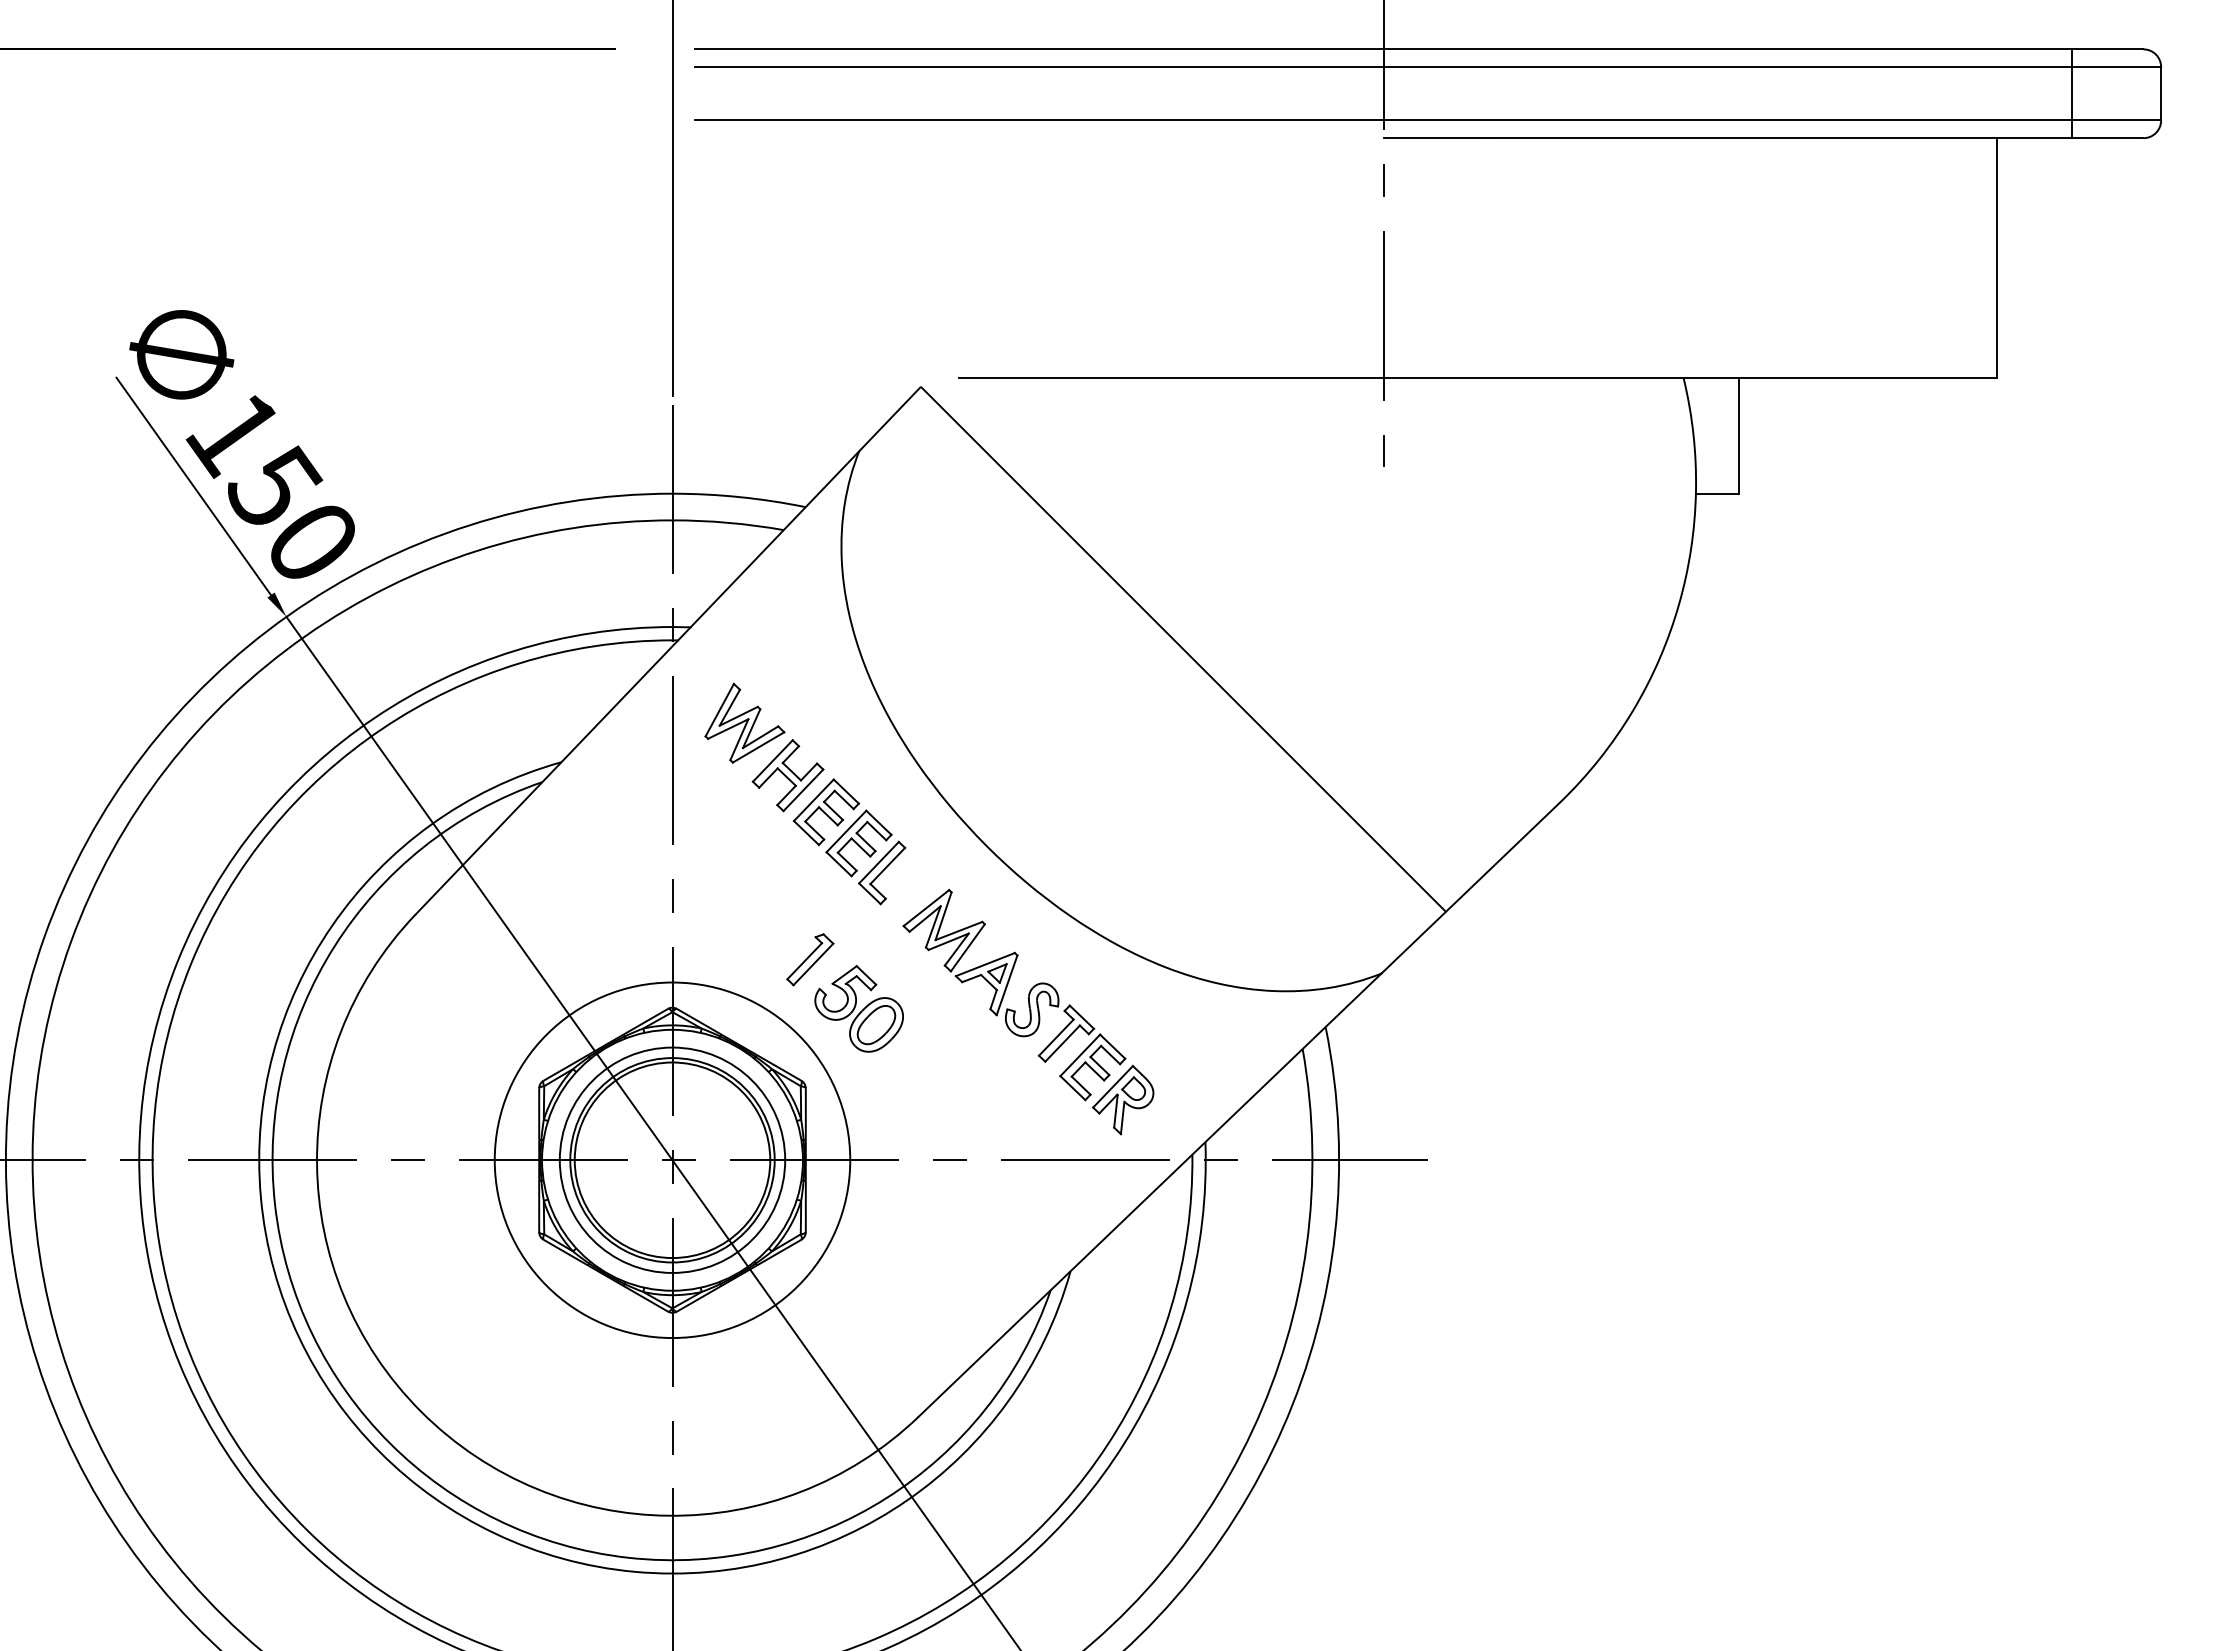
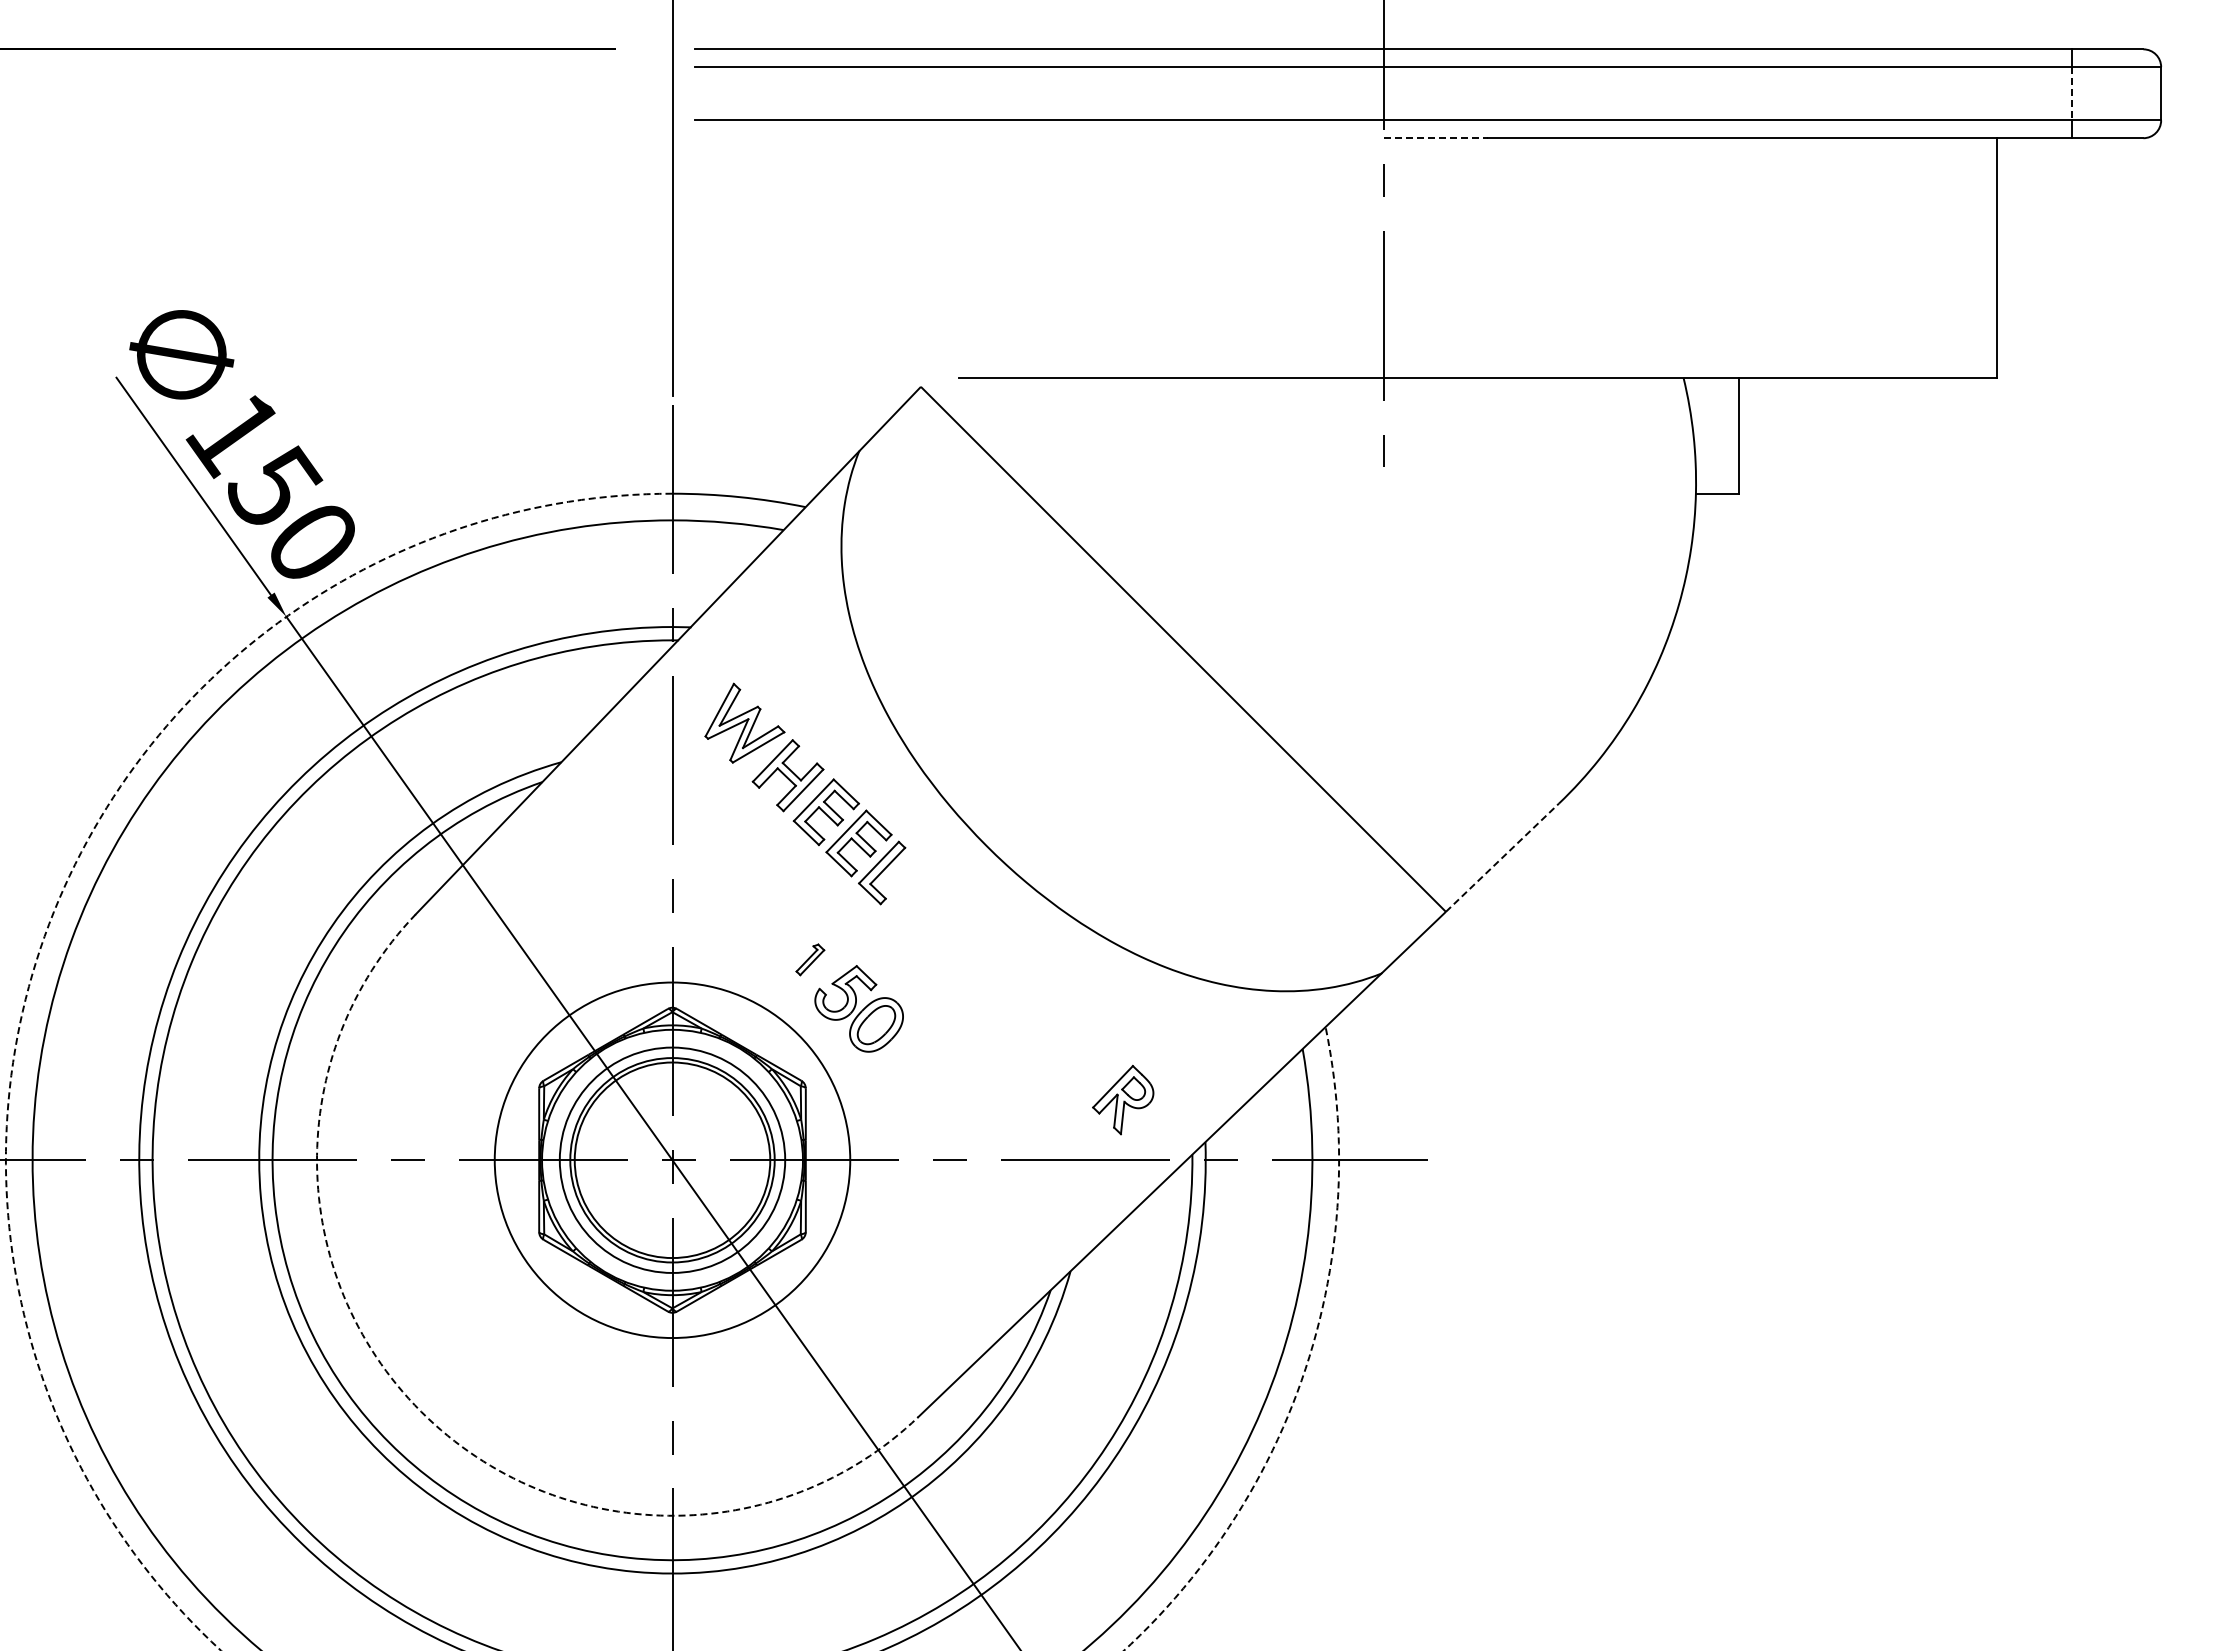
line at (2072, 93): solid -> dashed
line at (1436, 138): solid -> dashed
line at (1502, 857): solid -> dashed
part at (810, 959) size: 49x54 px -> 31x34 px
part at (1005, 993): present -> none
arc at (13, 1256): solid -> dashed
arc at (421, 1411): solid -> dashed
